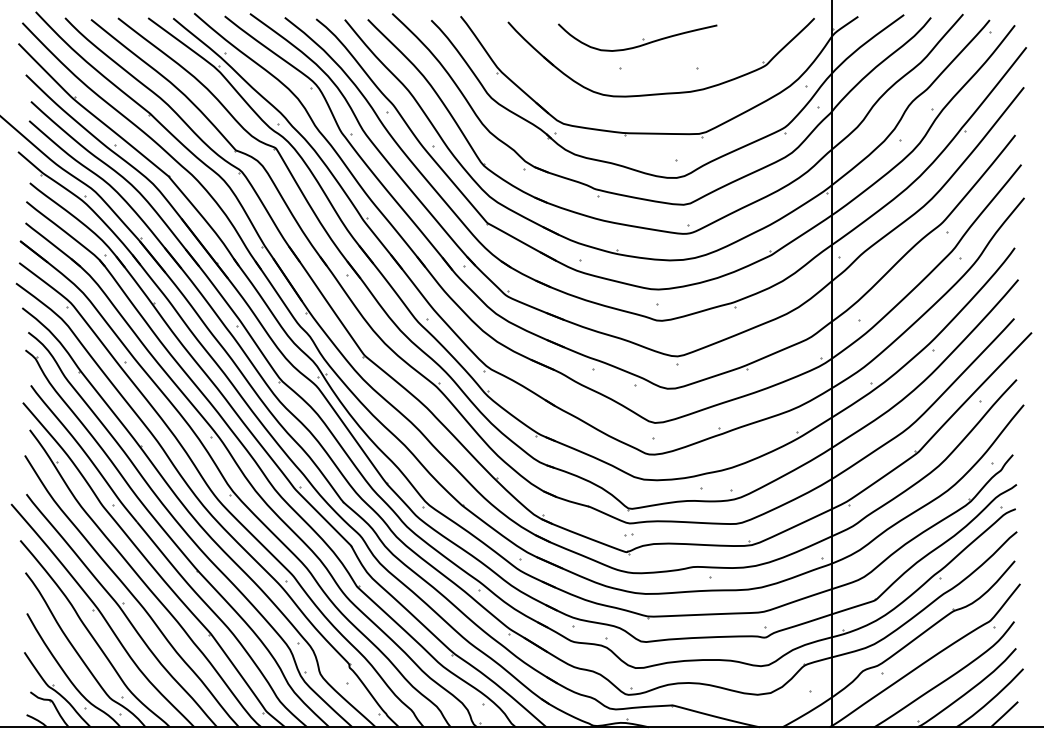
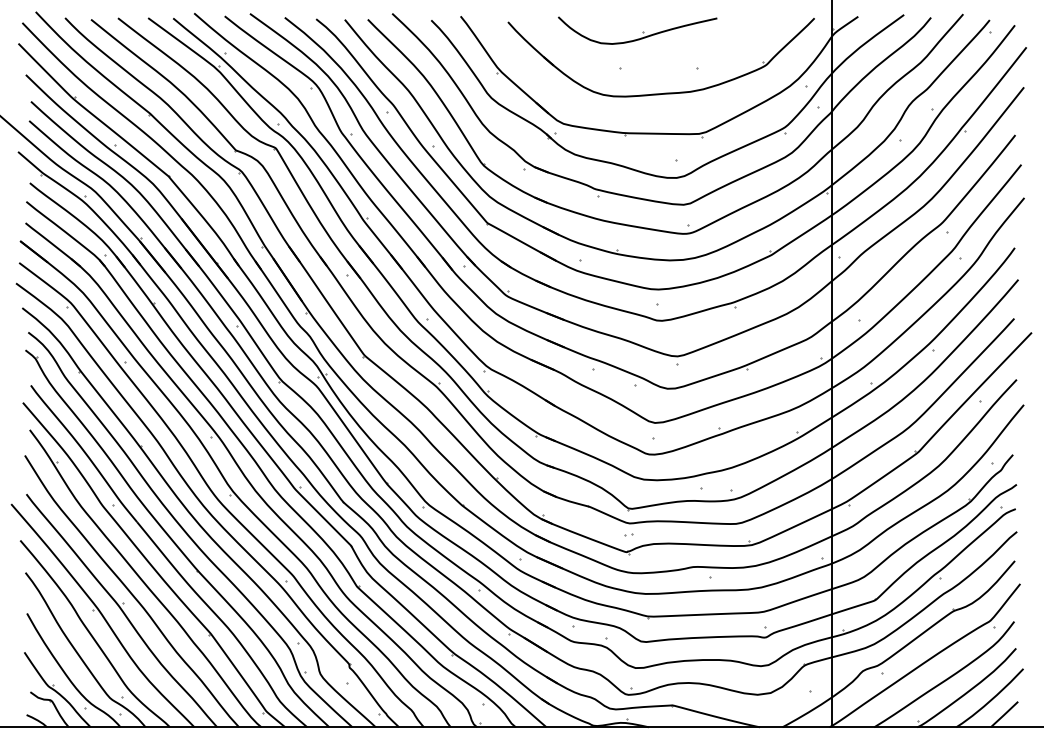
part at (637, 37) position: (637, 37) -> (637, 30)
